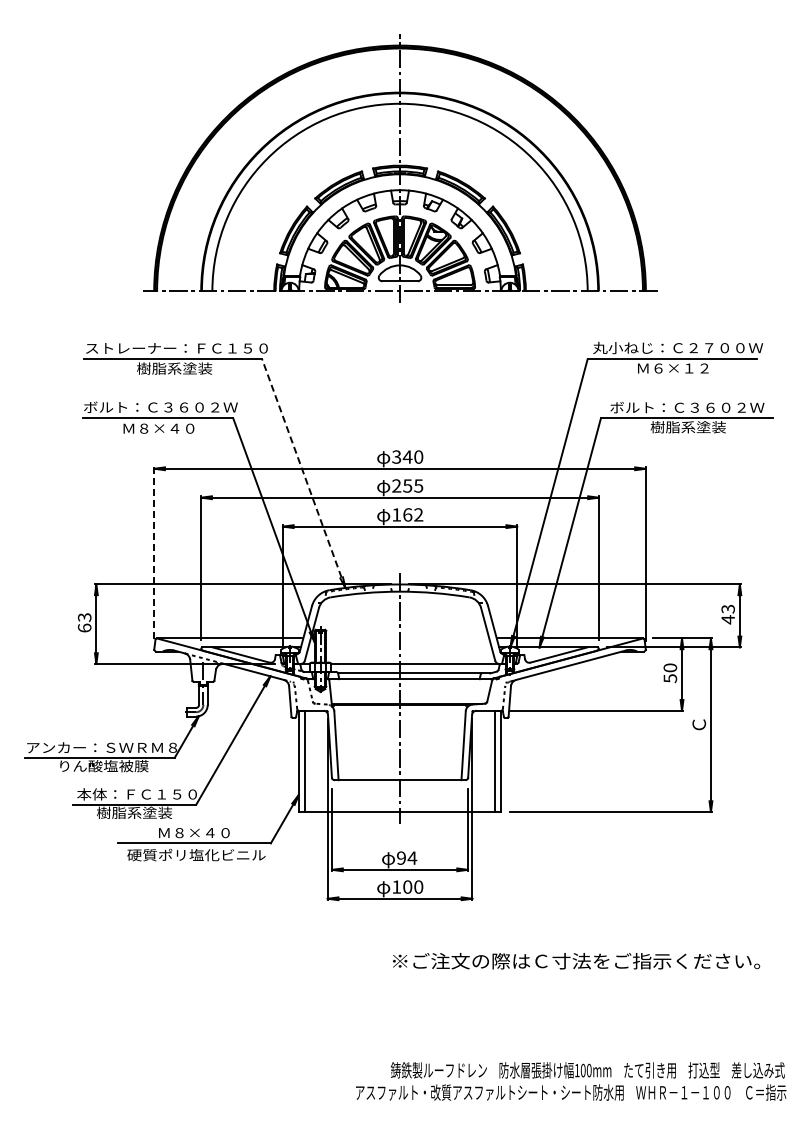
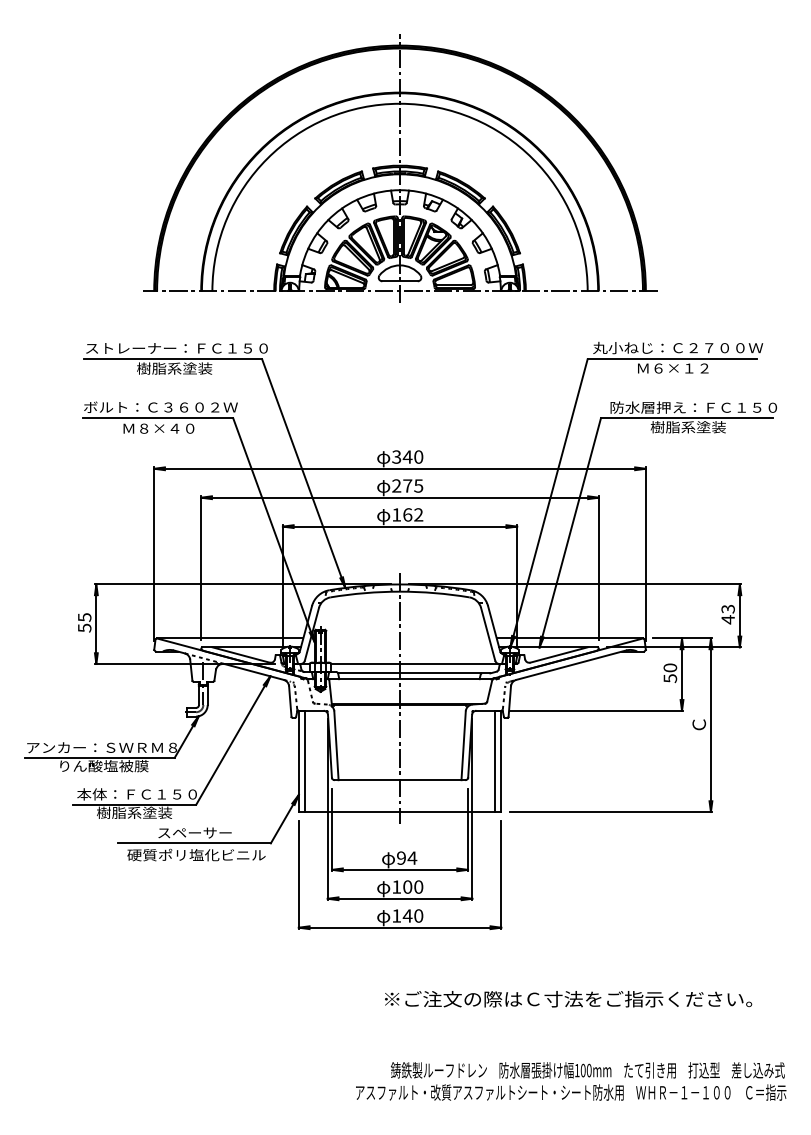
text at (693, 407): ボルト：Ｃ３６０２Ｗ -> 防水層押え：ＦＣ１５０
line at (303, 473): dashed -> solid
text at (407, 485): 255 -> 275
line at (154, 554): dashed -> solid
text at (84, 622): 63 -> 55
text at (194, 832): Ｍ８×４０ -> スペーサー
part at (397, 909): none -> present
text at (576, 961) position: (576, 961) -> (568, 999)
